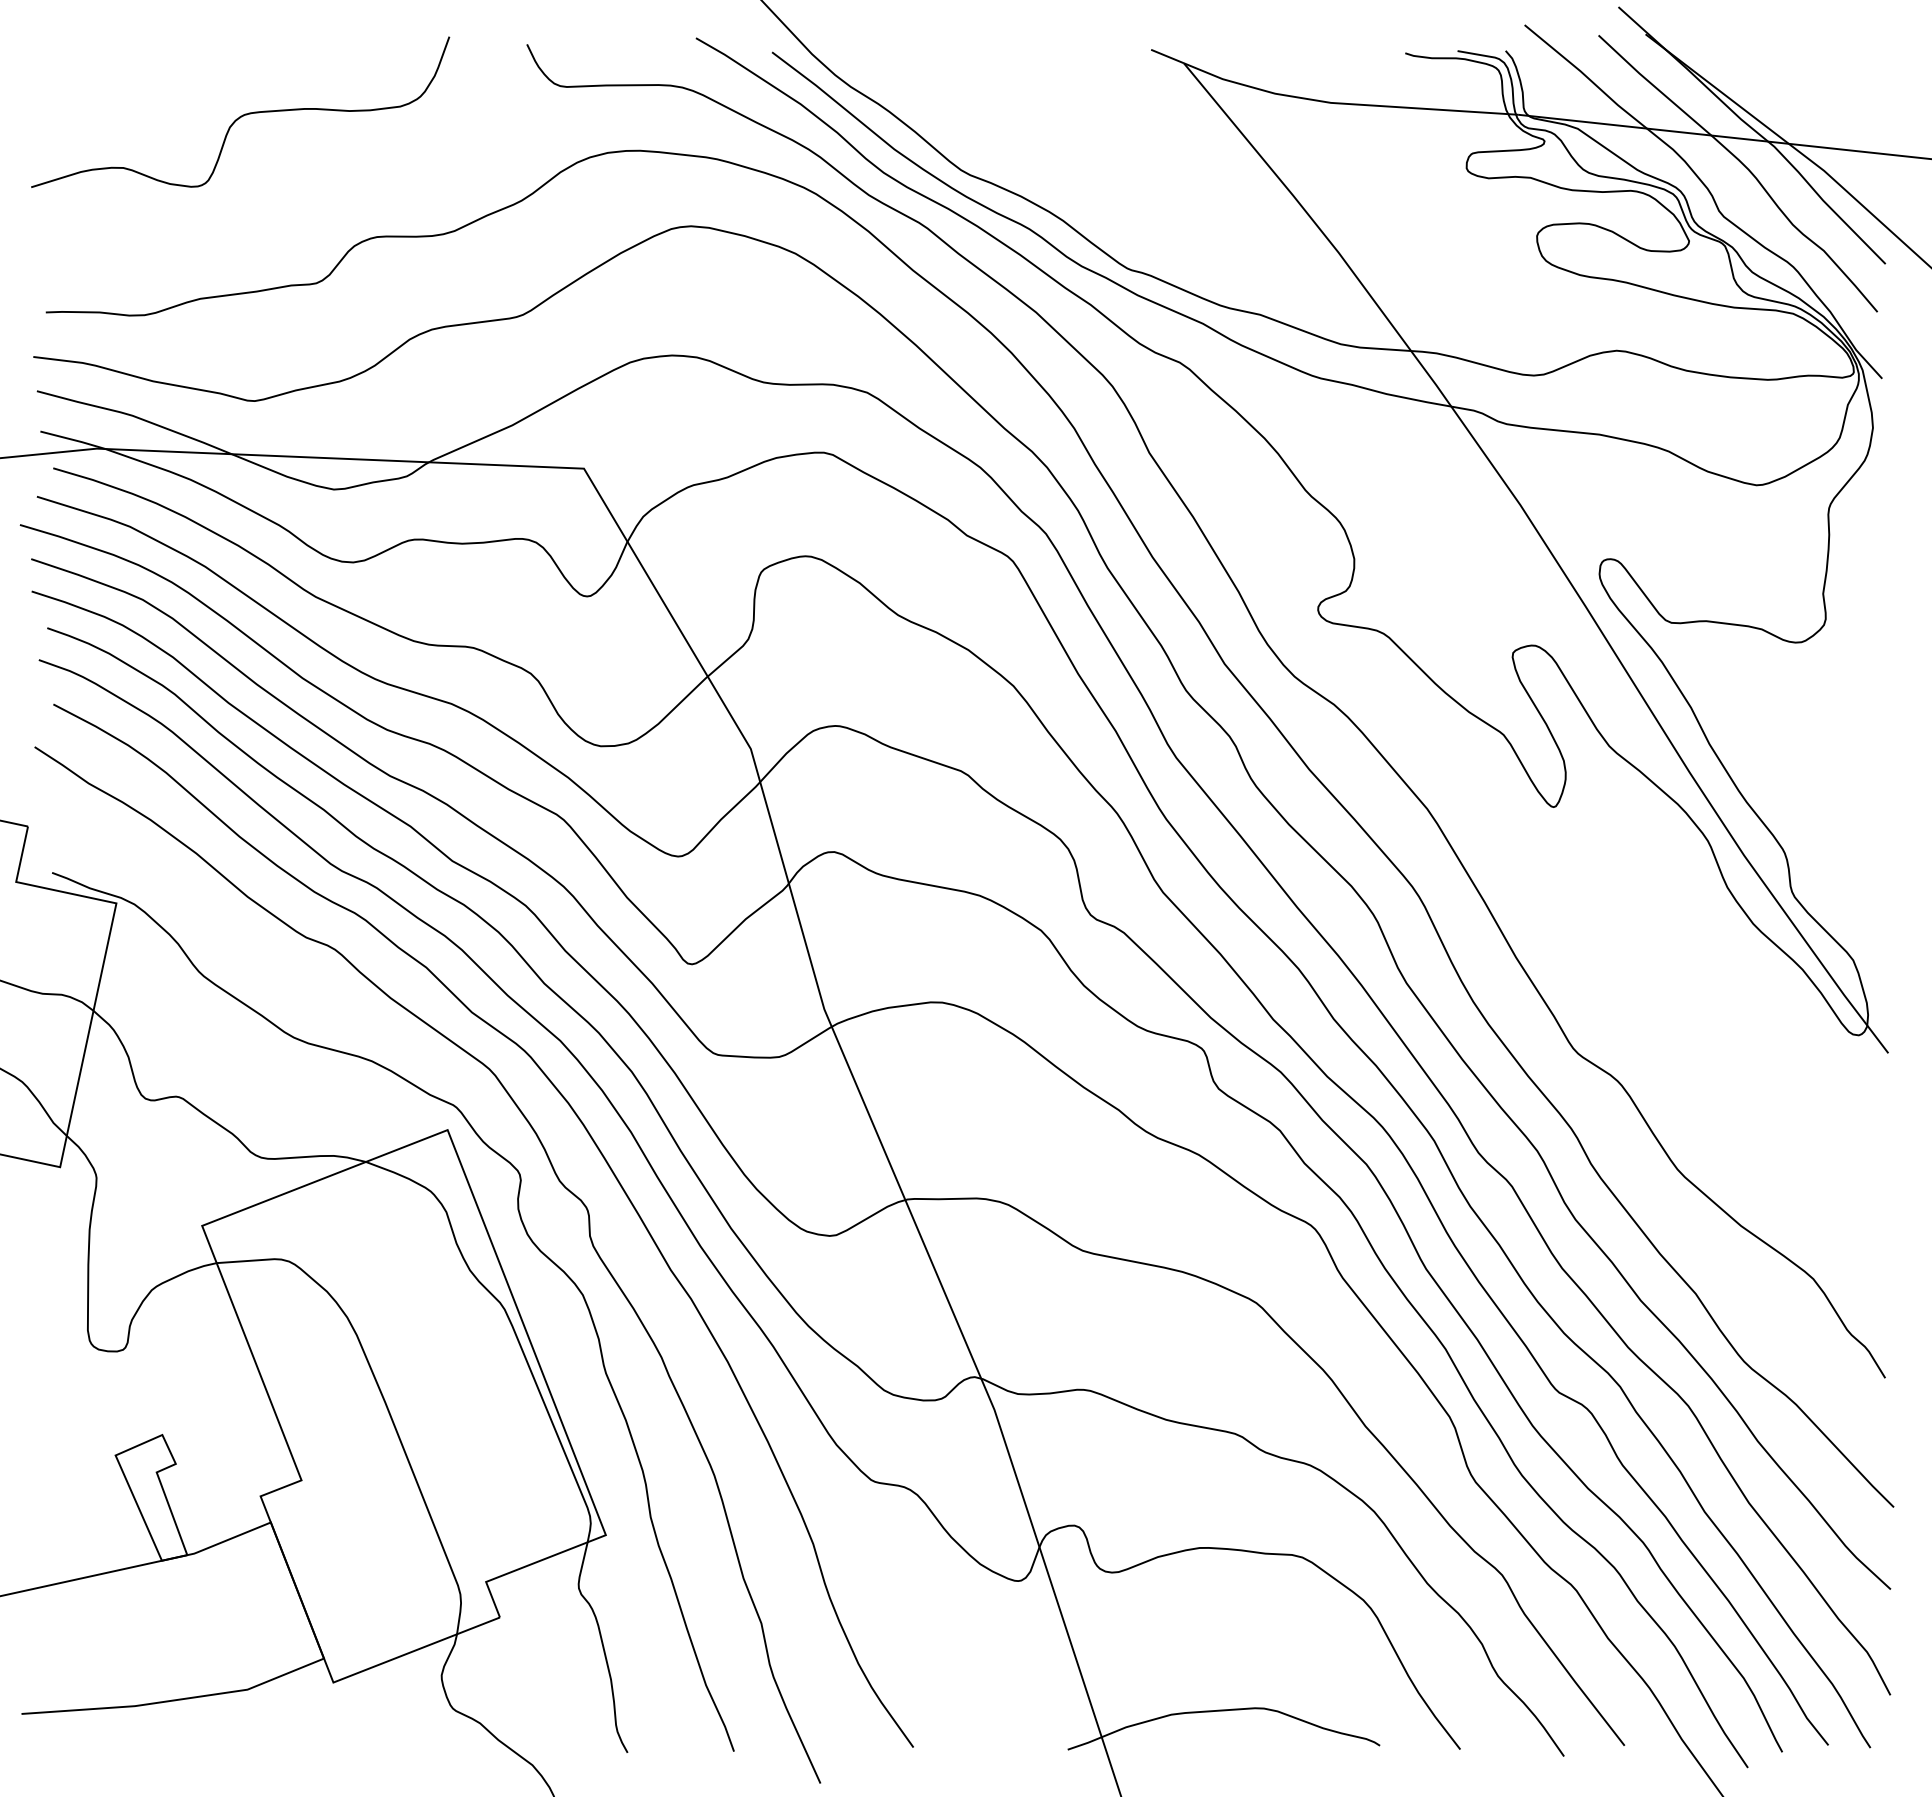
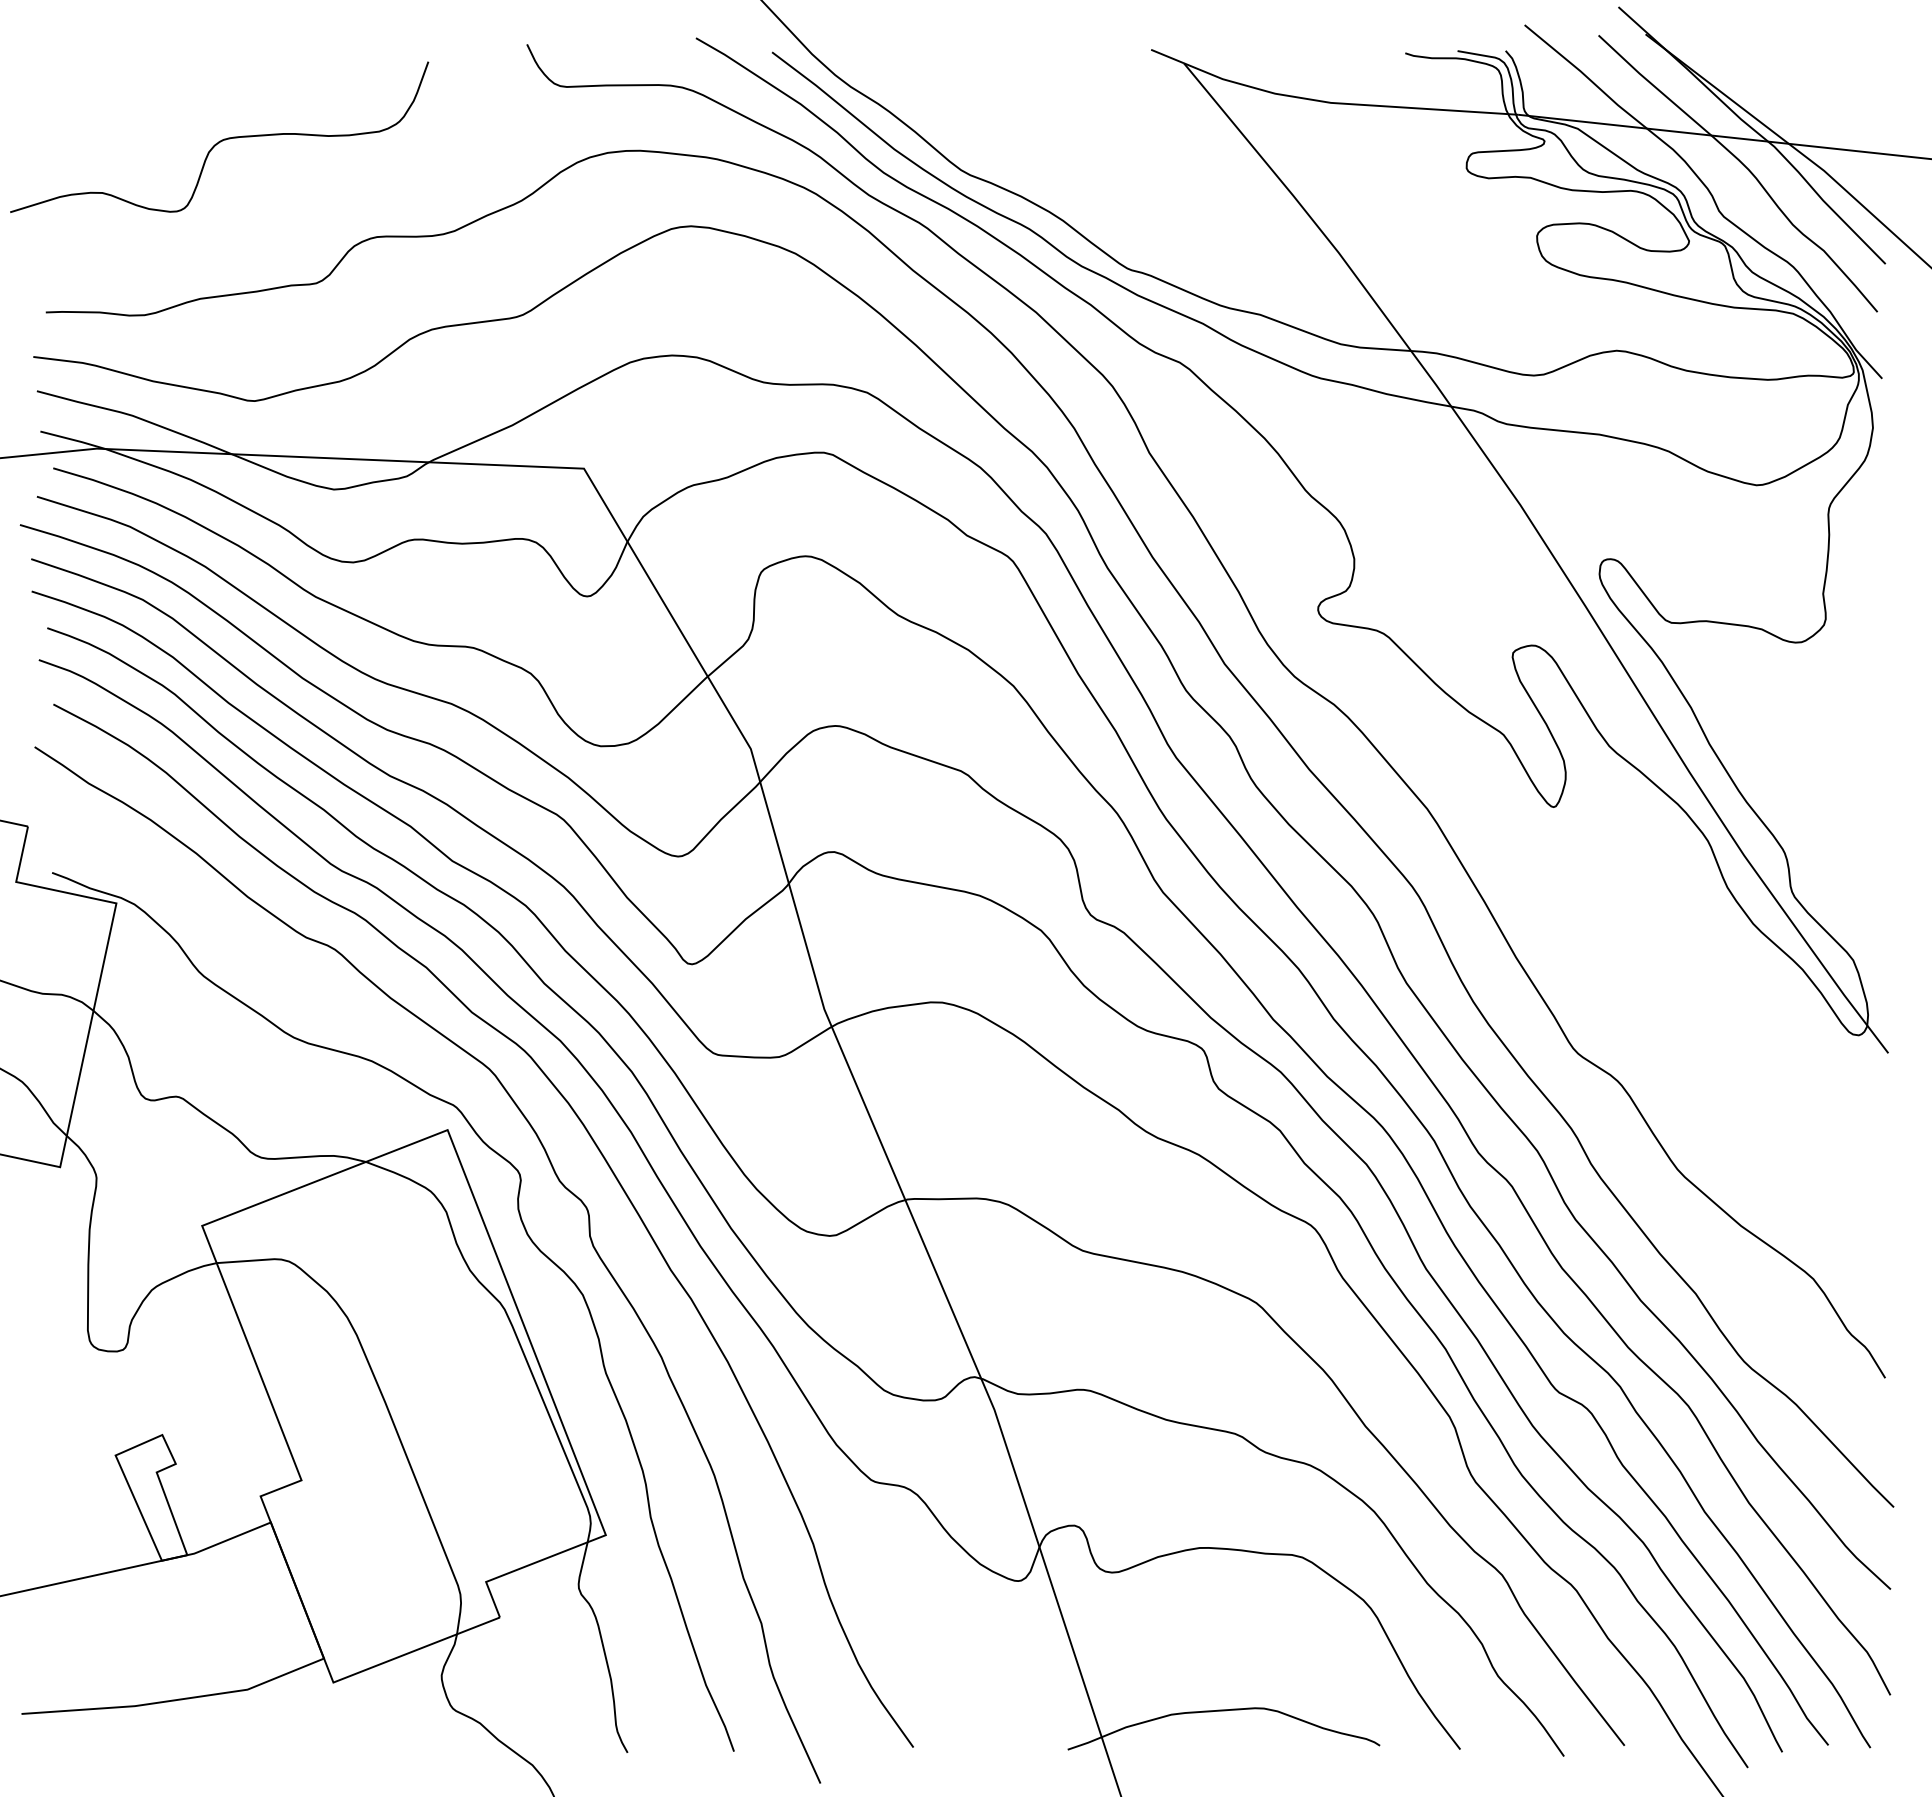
curve at (242, 114) position: (242, 114) -> (221, 139)
